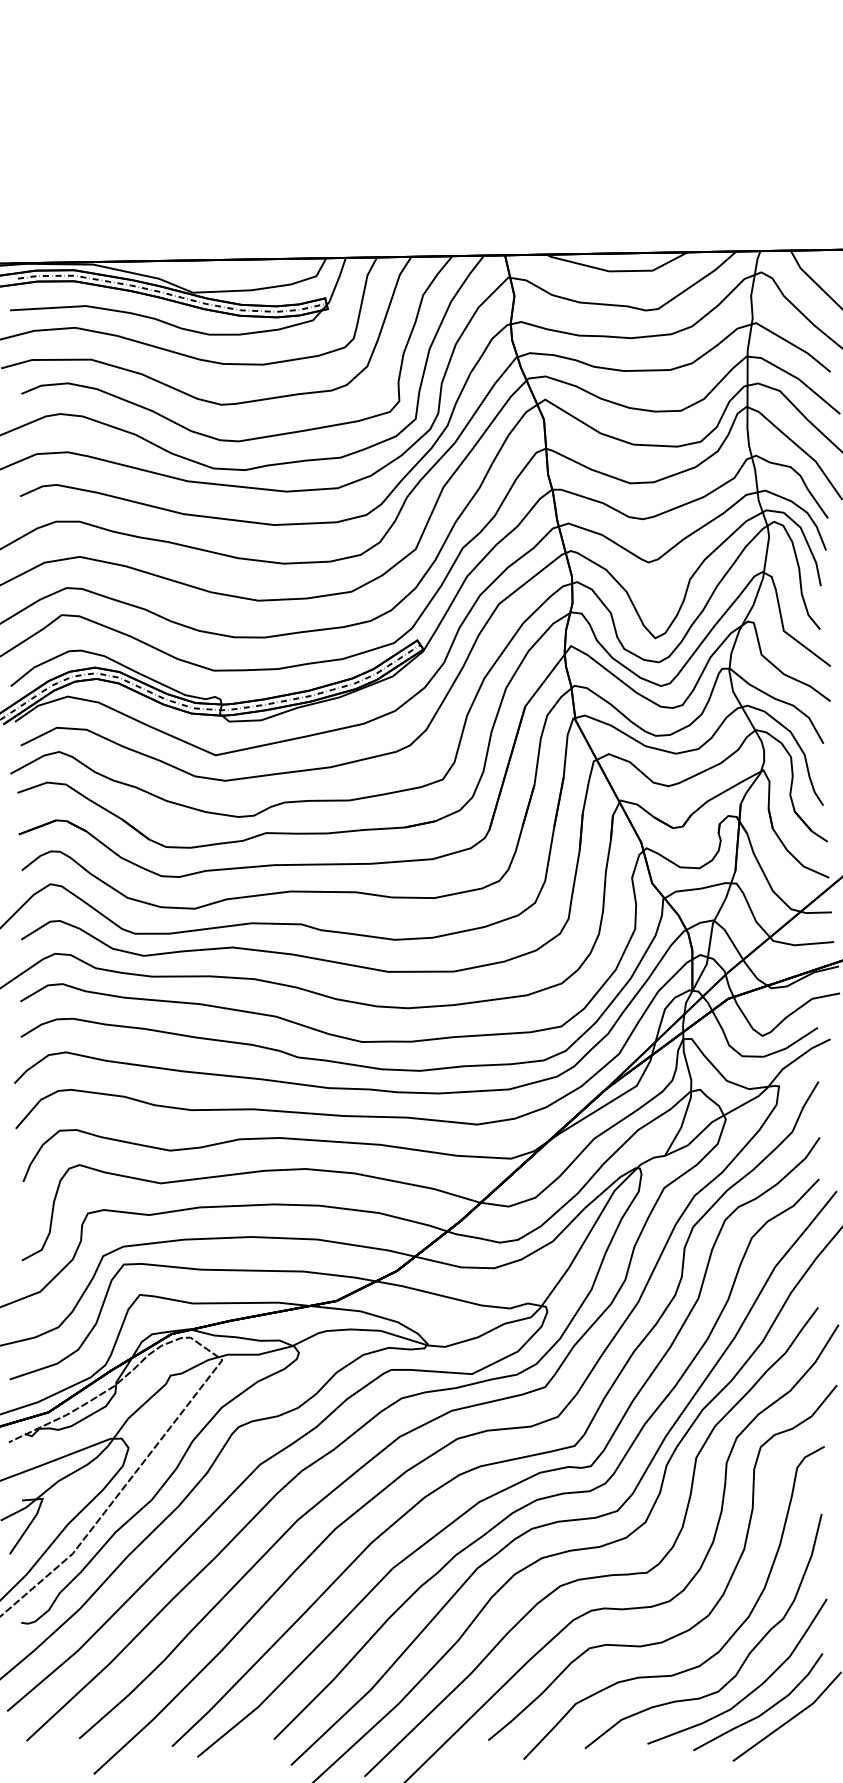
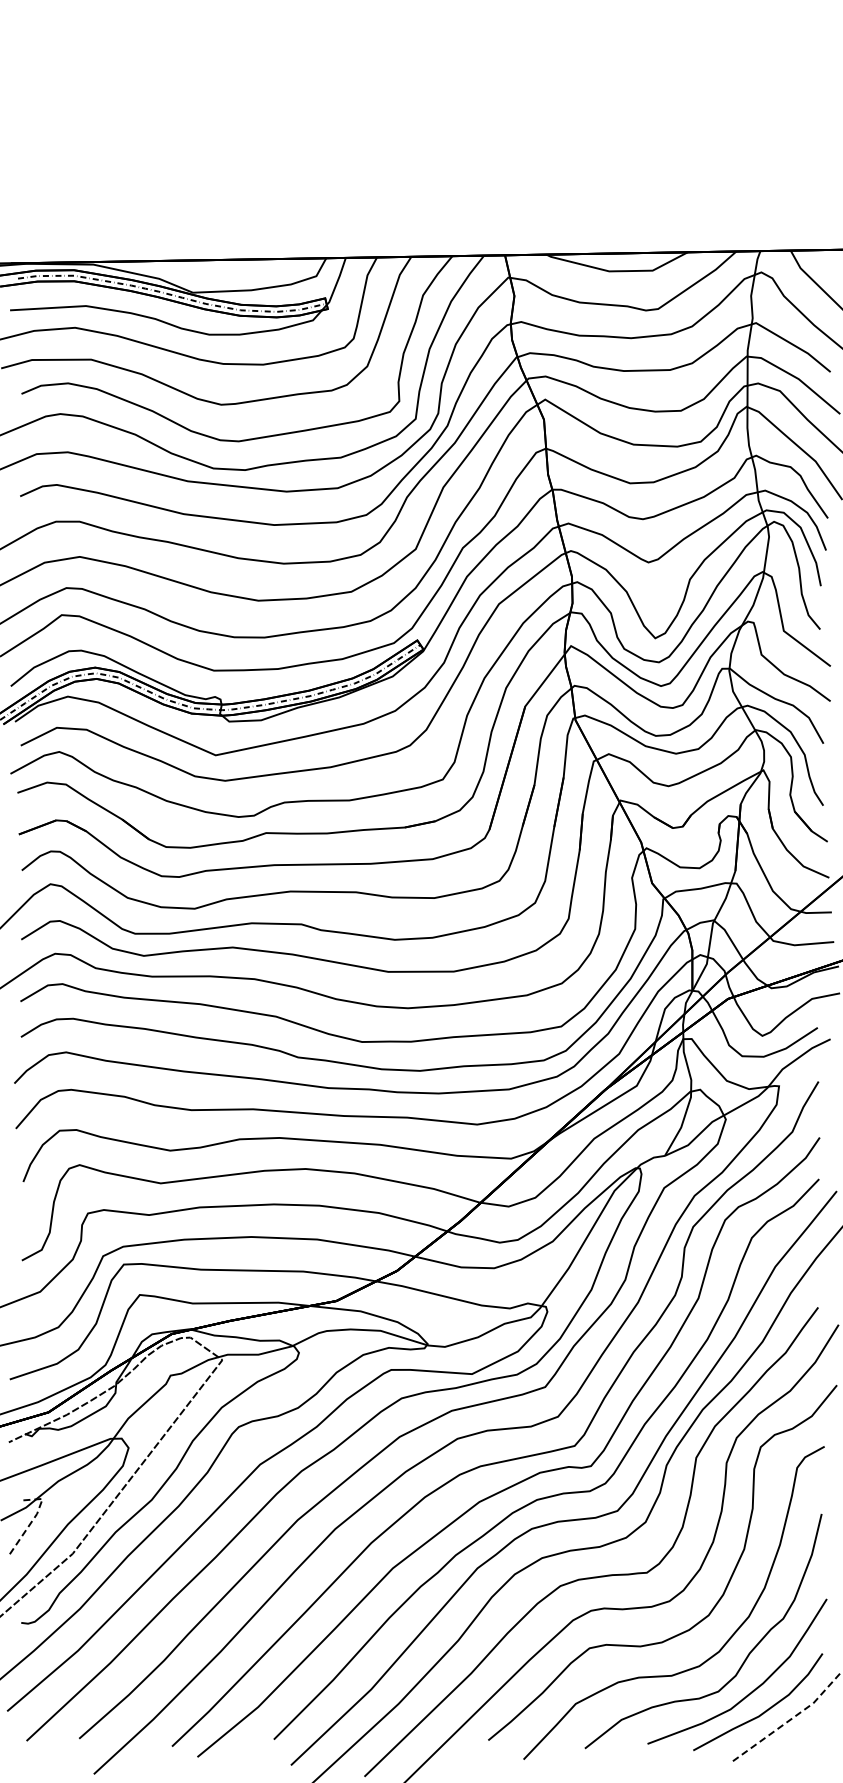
line at (34, 1517): solid -> dashed
line at (790, 1719): solid -> dashed
